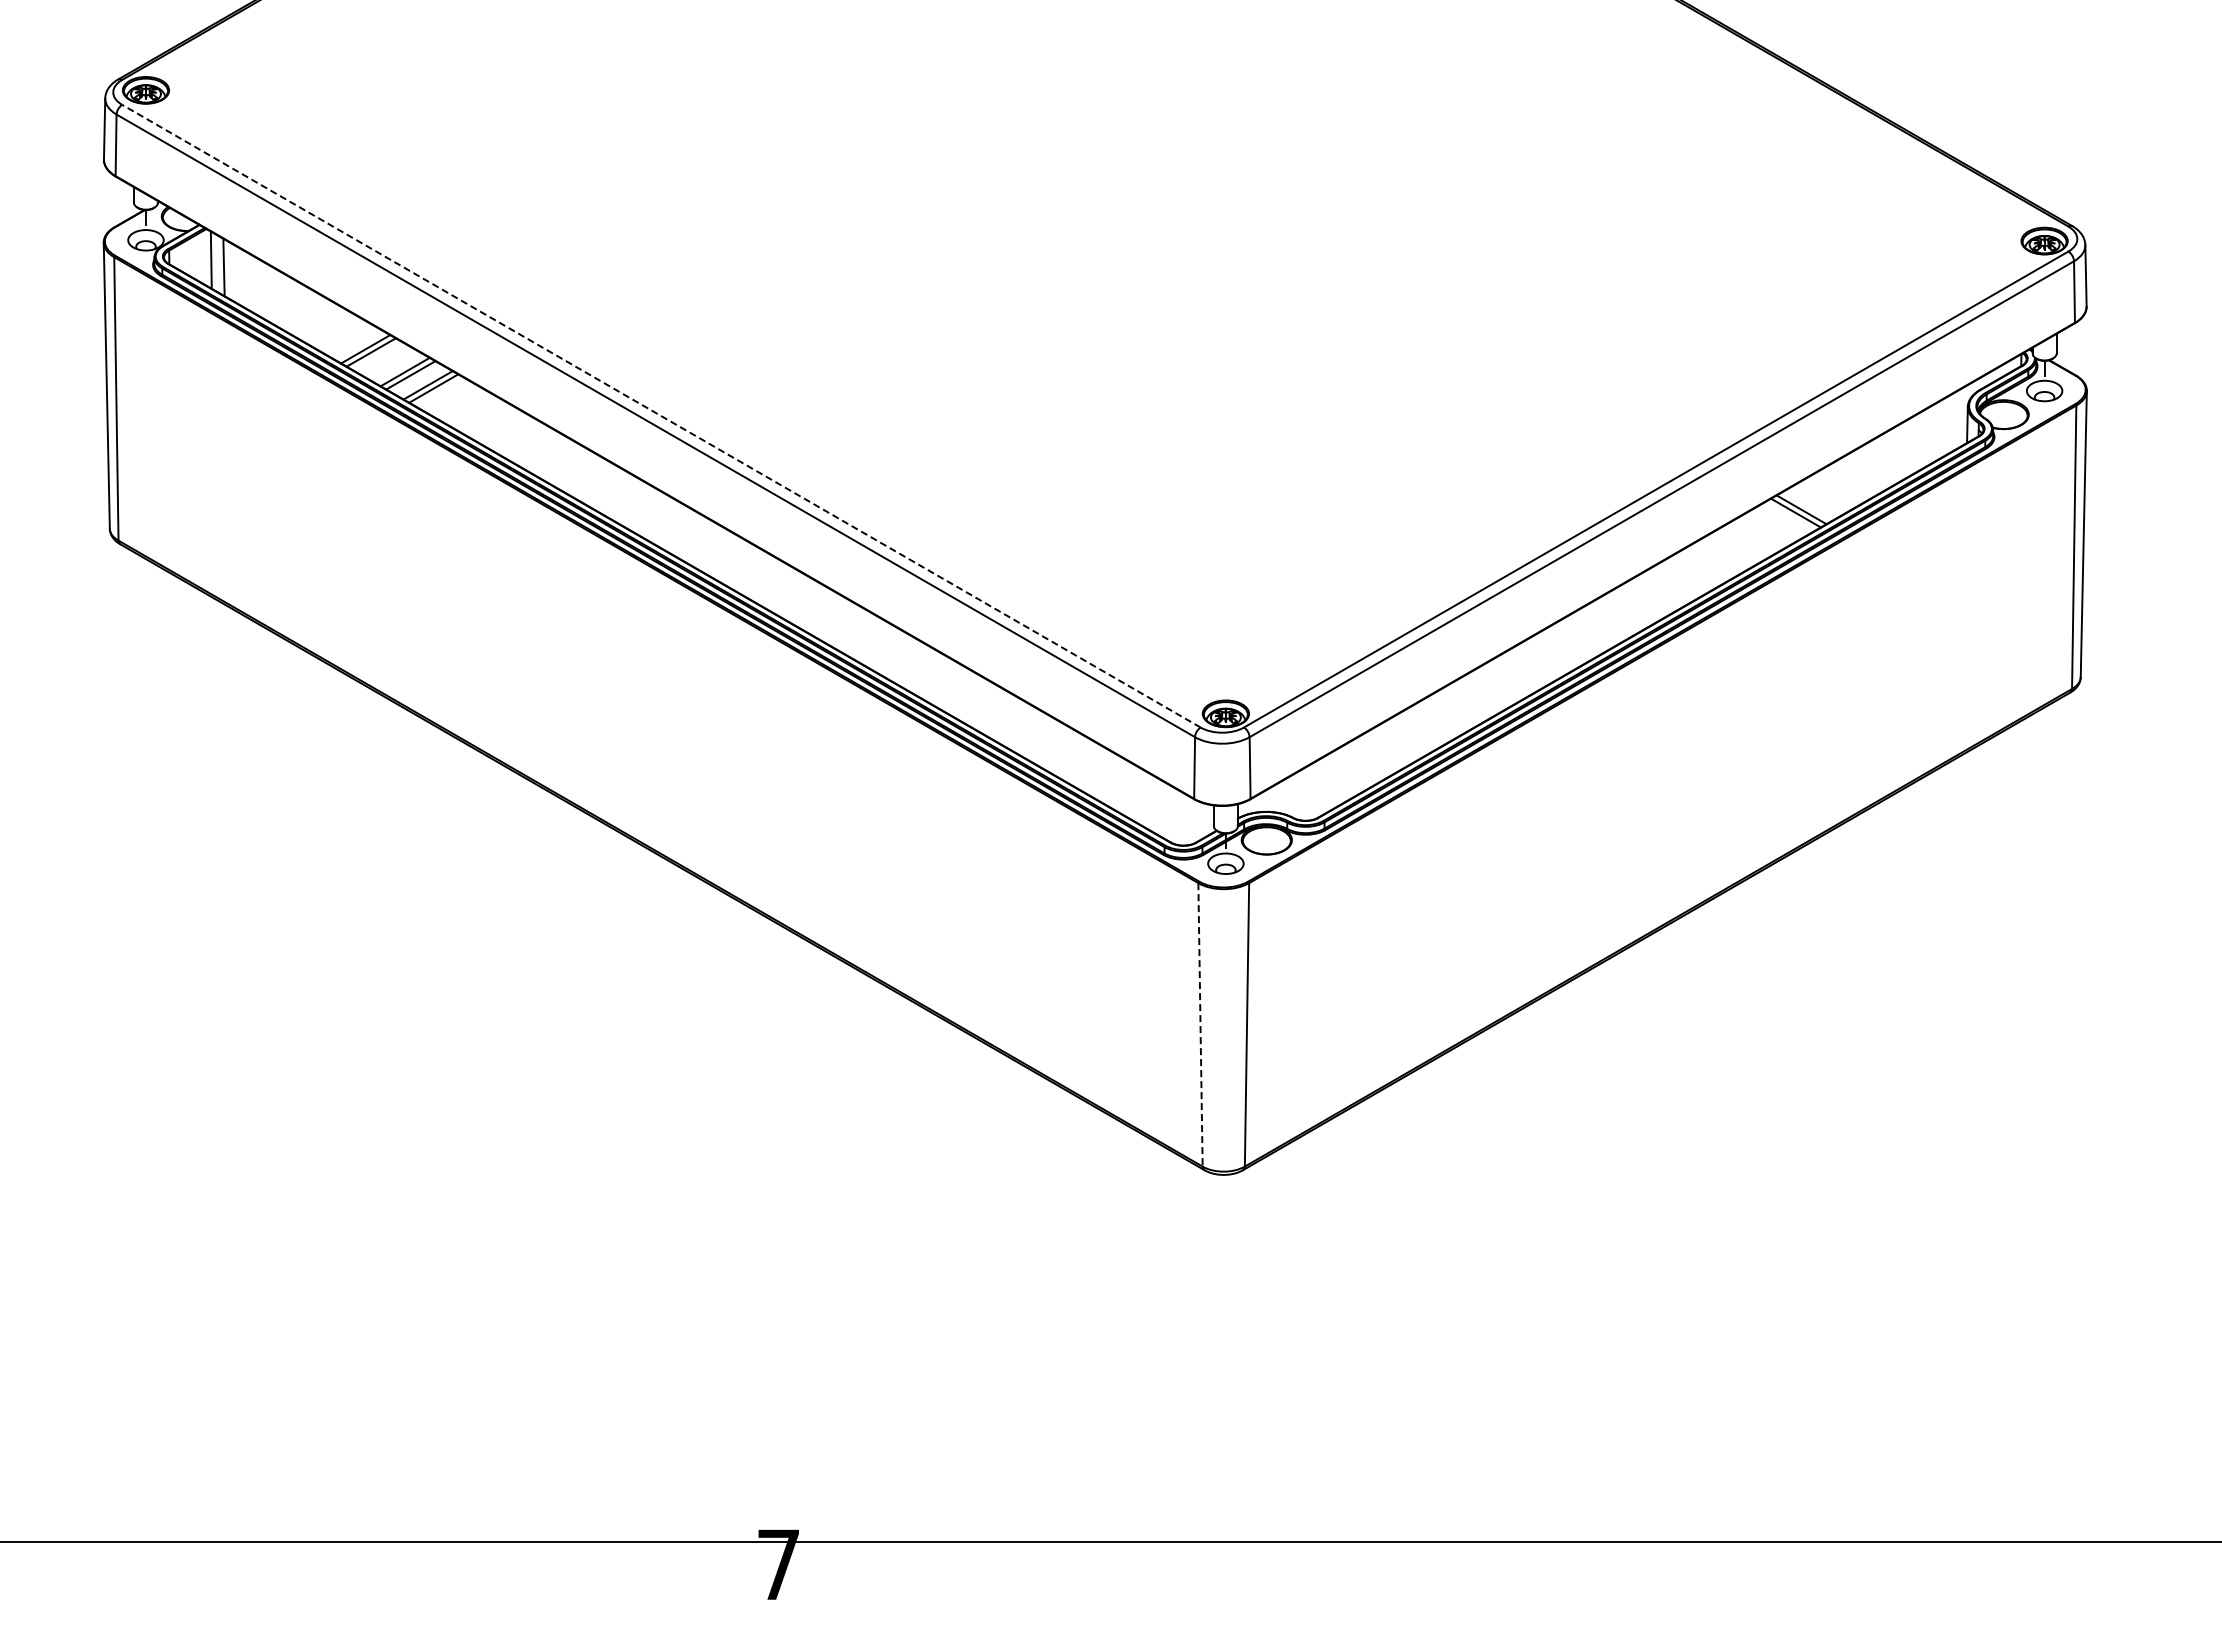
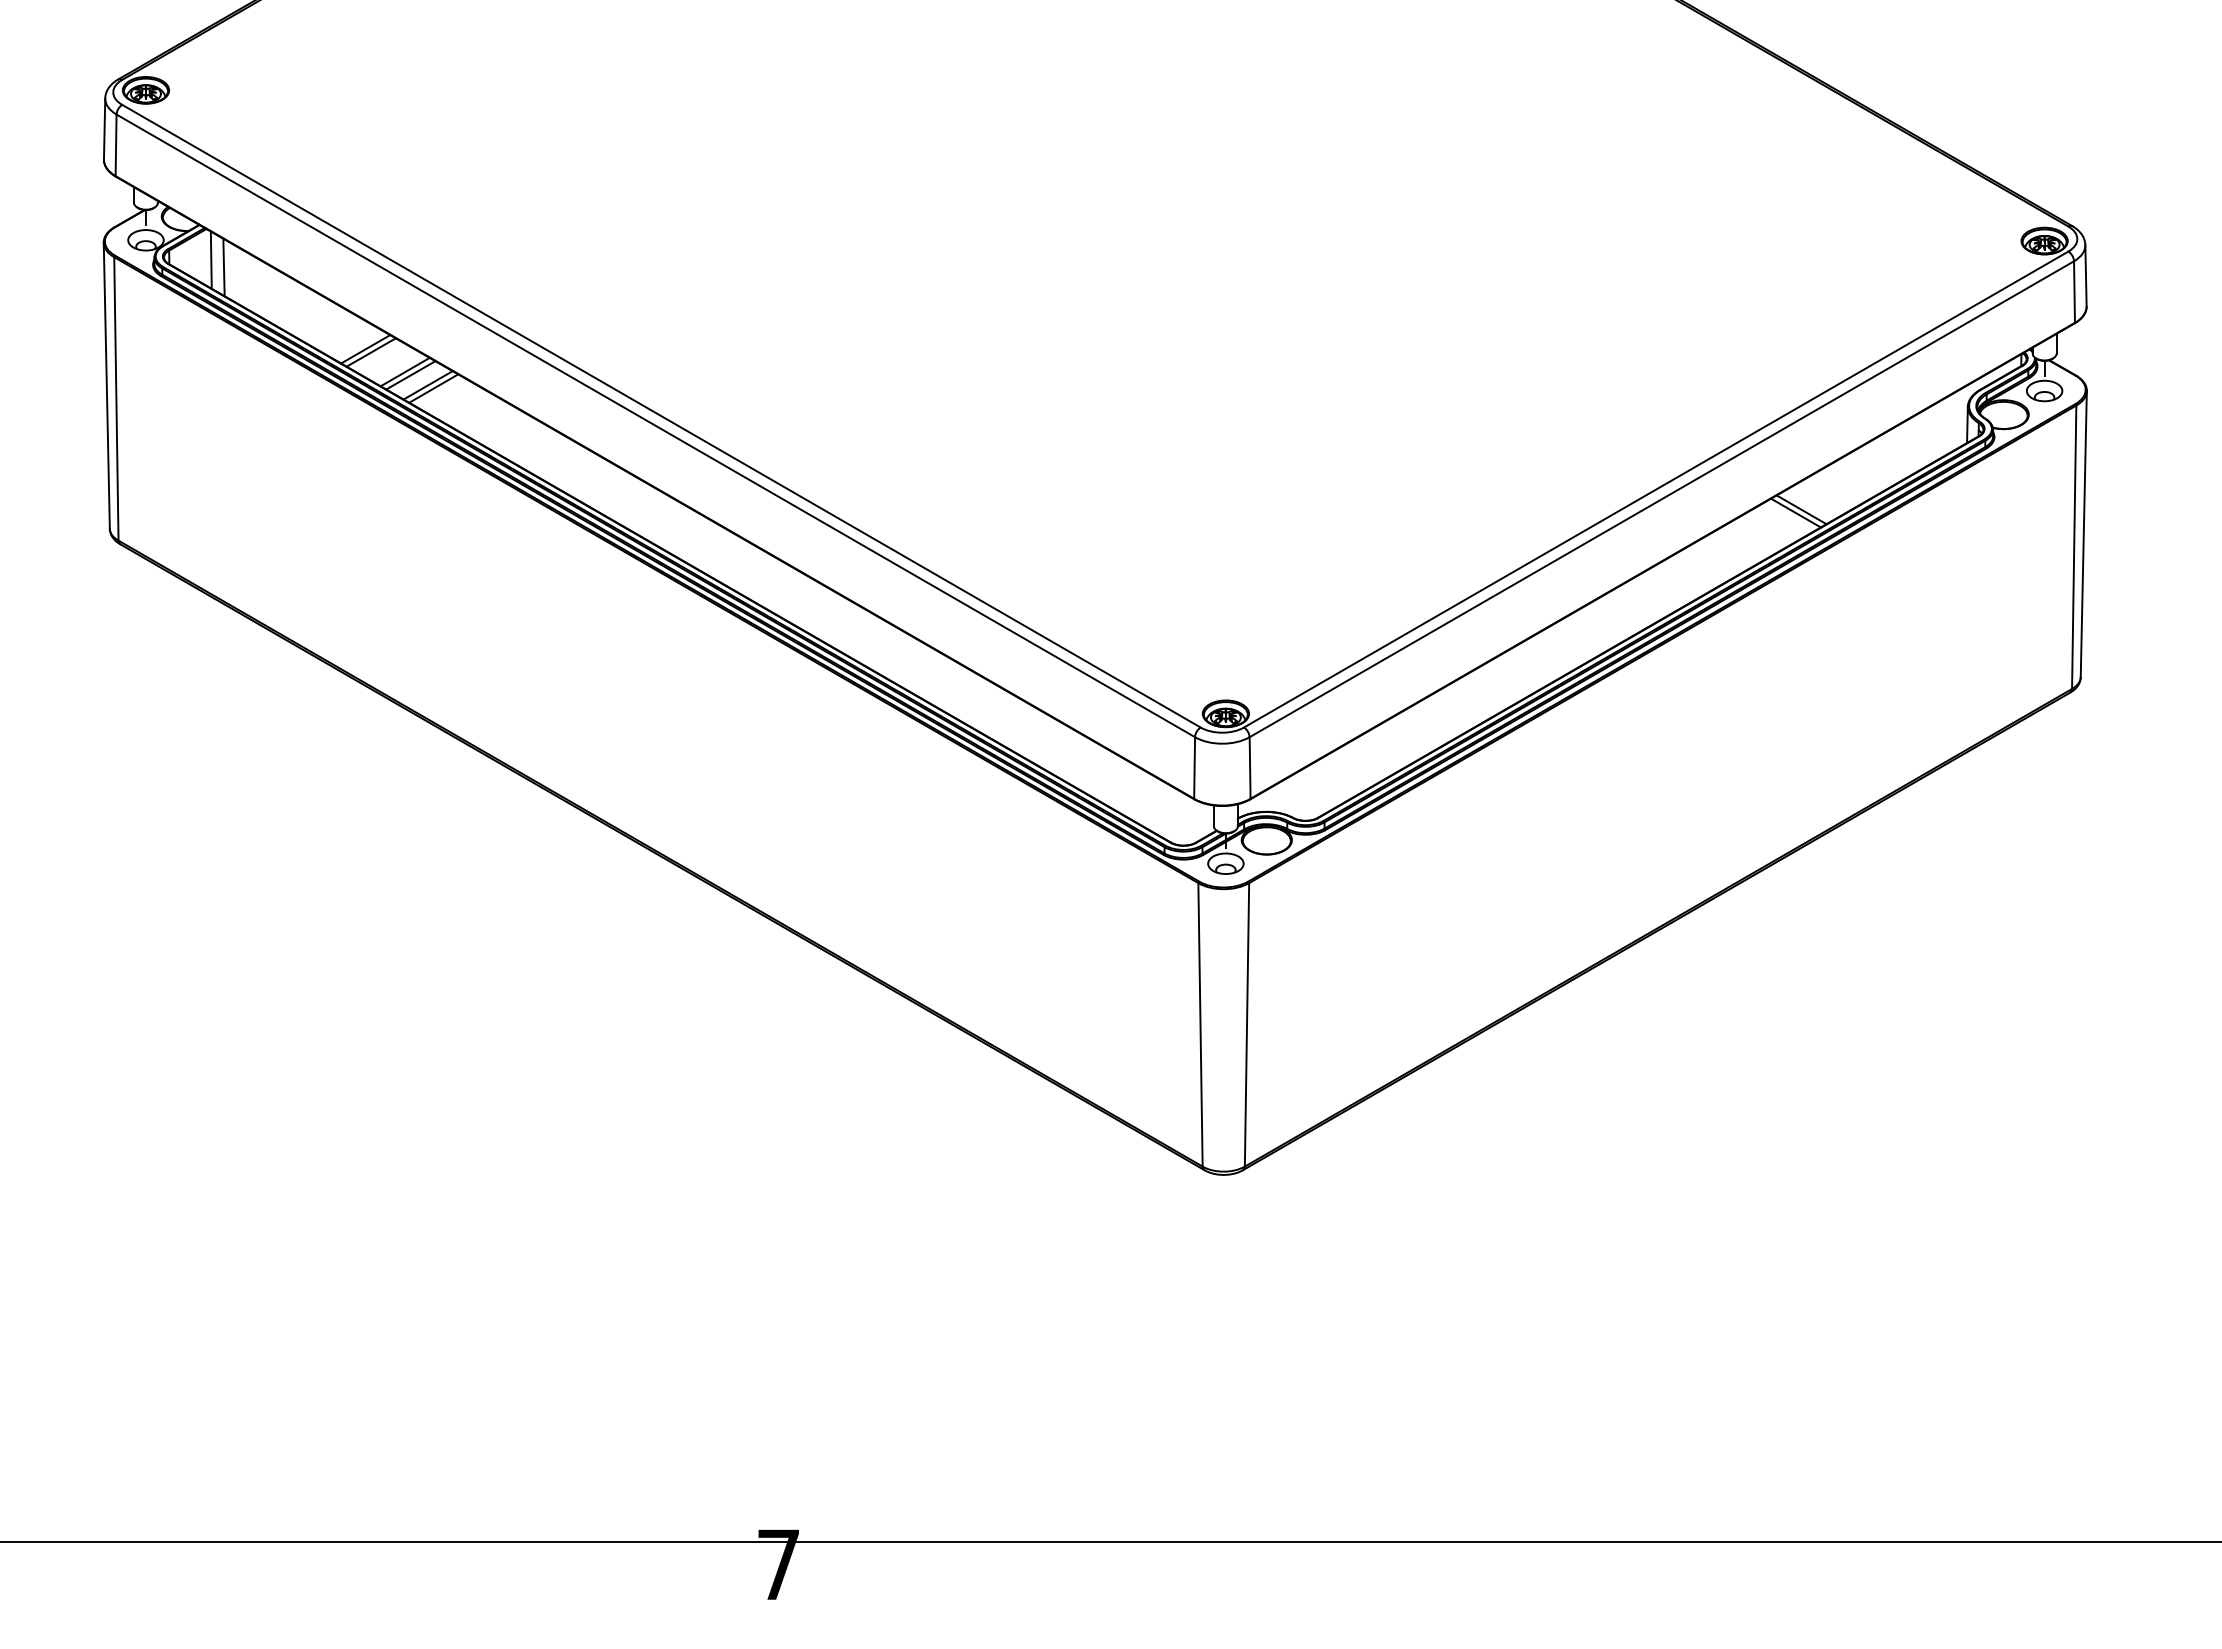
line at (661, 416): dashed -> solid
line at (1200, 1024): dashed -> solid
